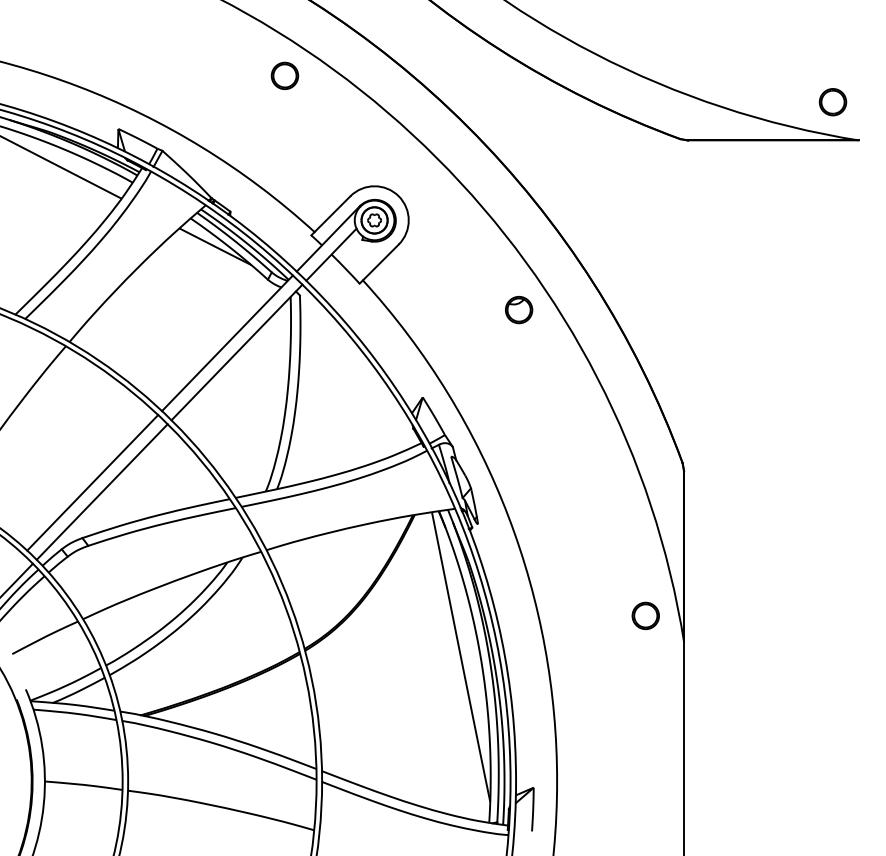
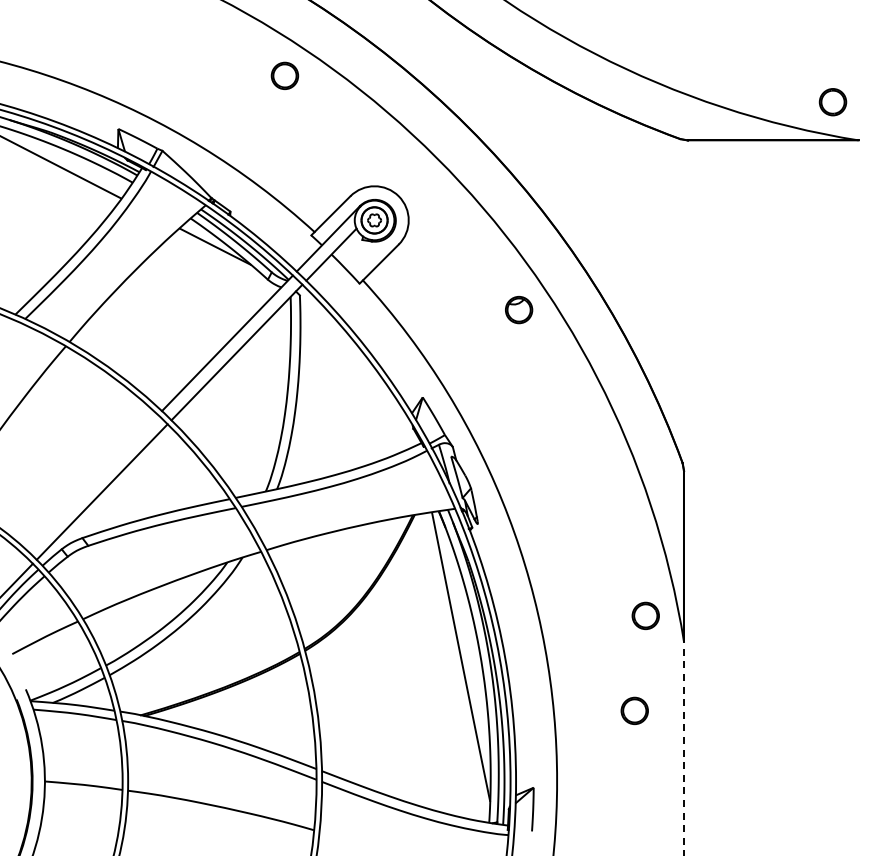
line at (92, 482): present -> none
part at (634, 710): none -> present
line at (684, 748): solid -> dashed
